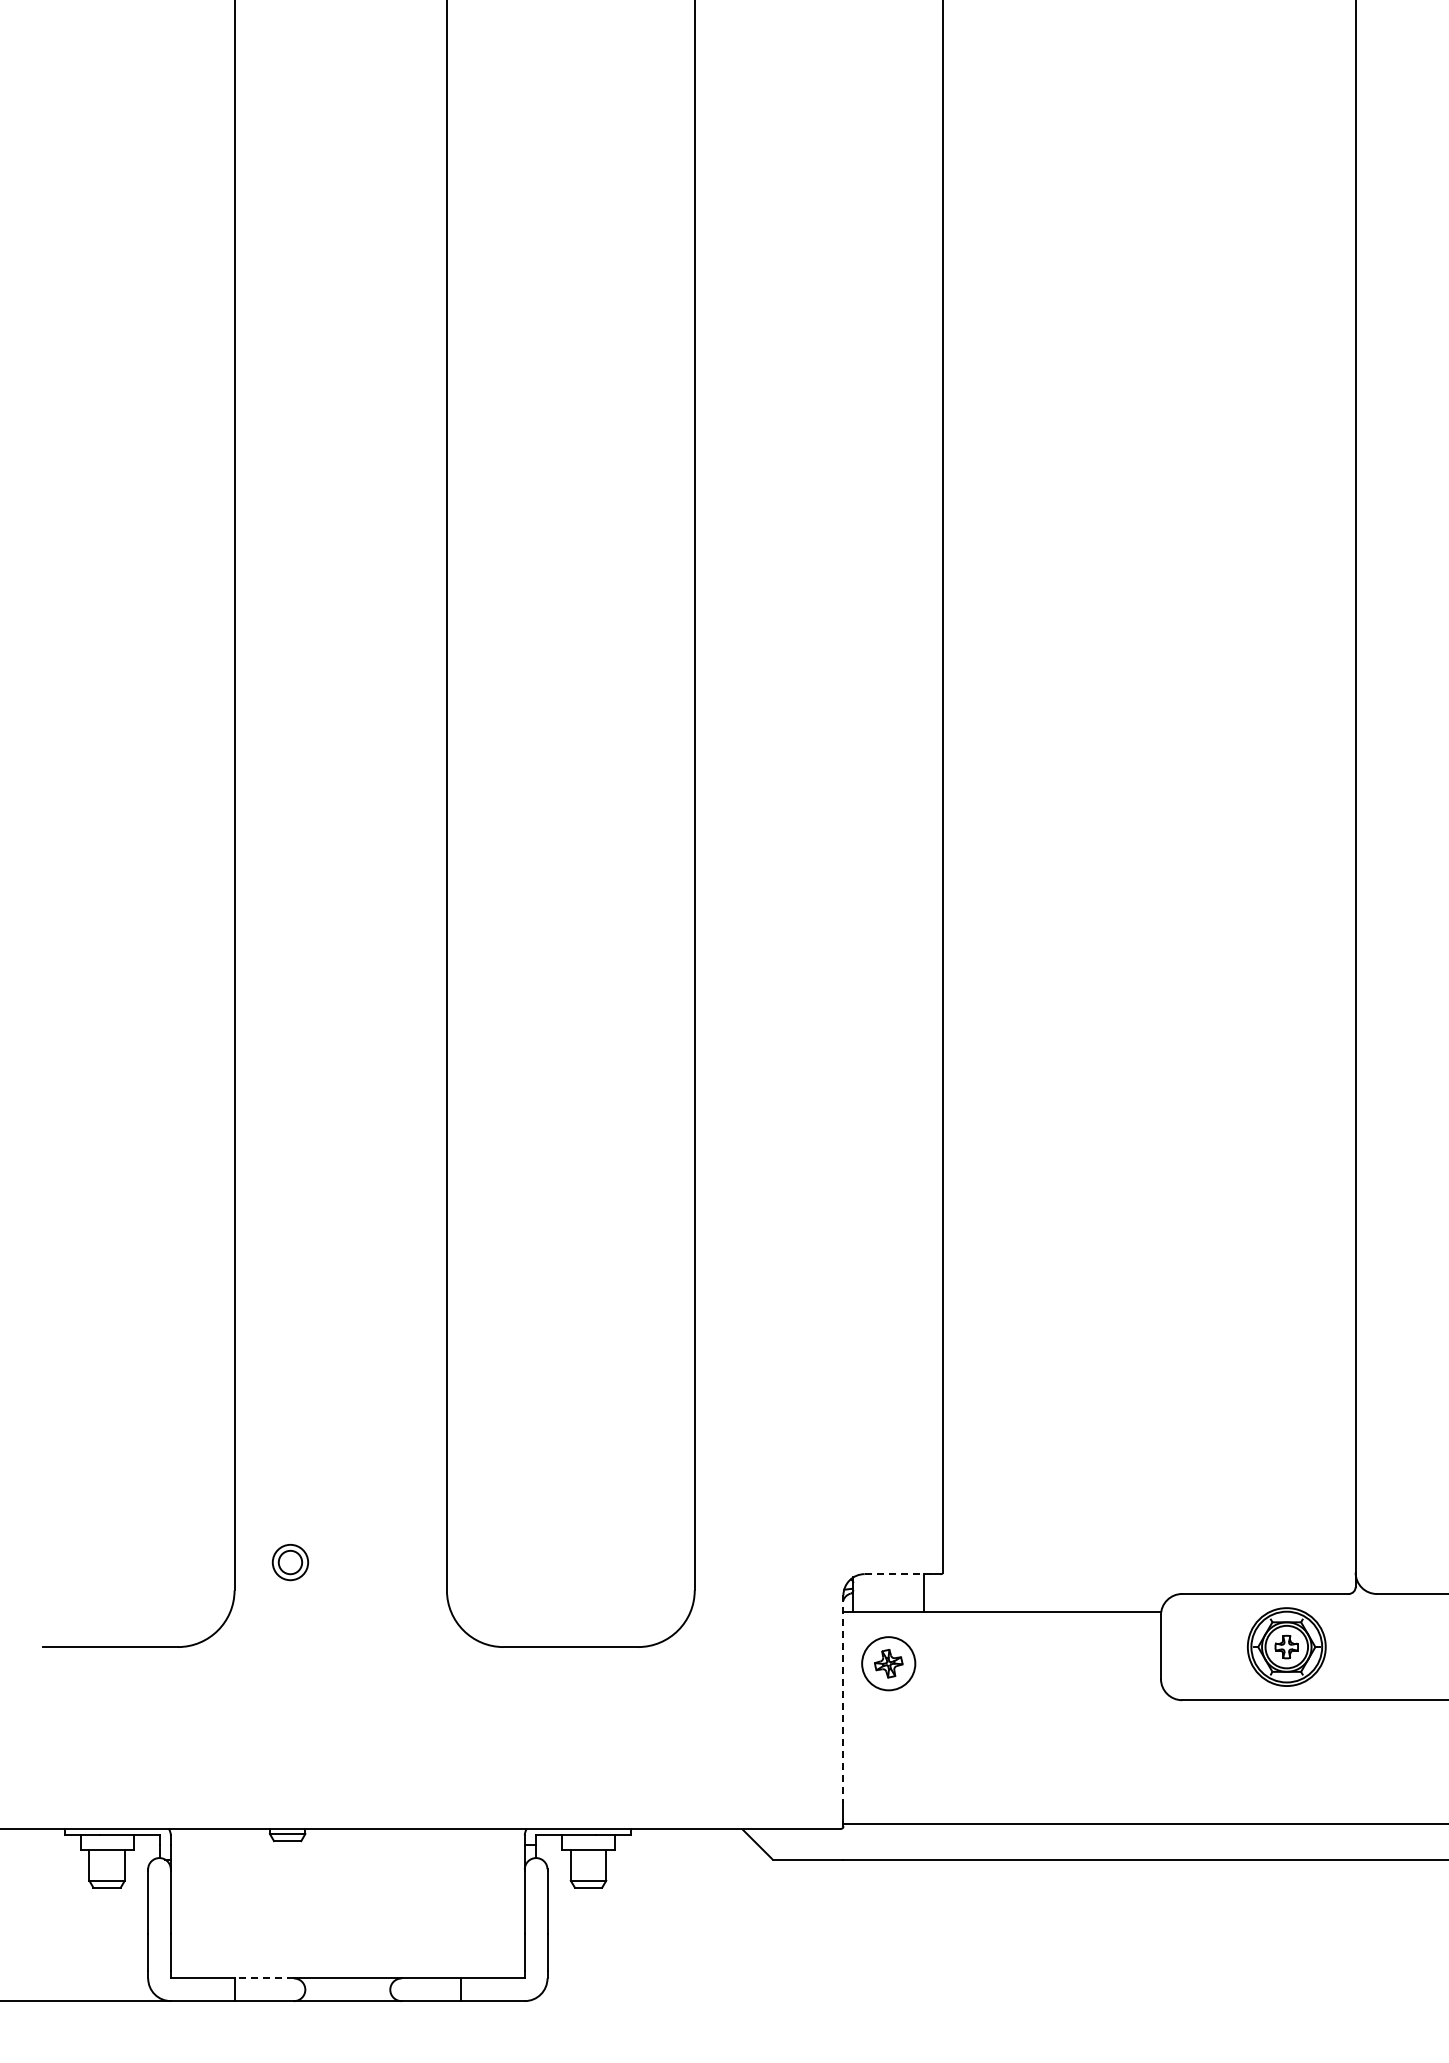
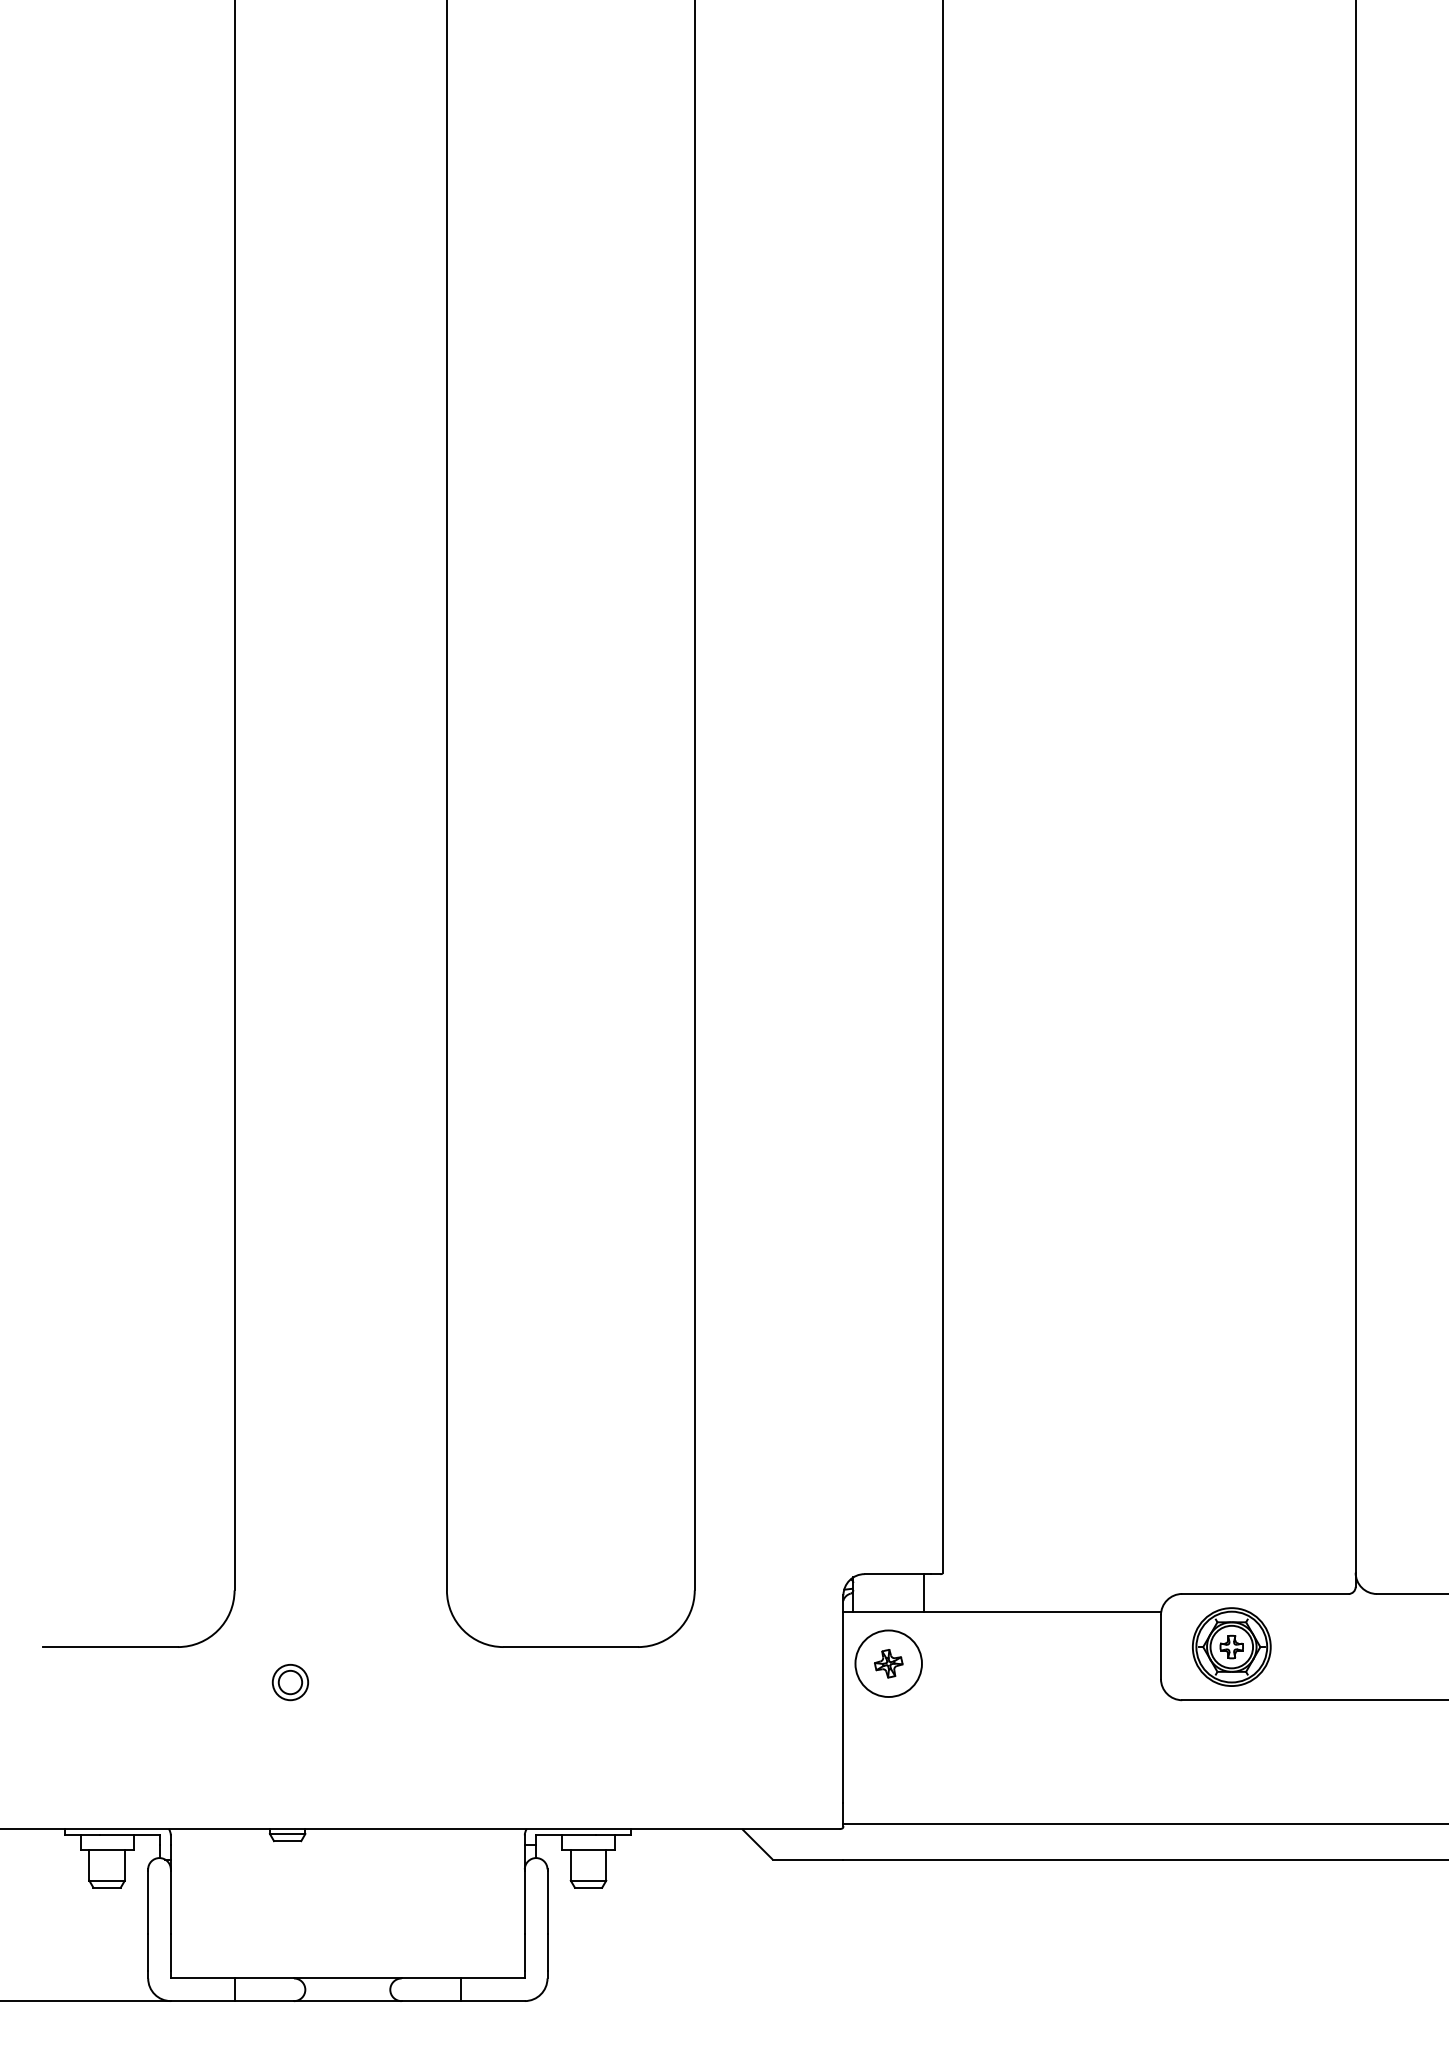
part at (290, 1562) position: (290, 1562) -> (290, 1682)
line at (897, 1574): dashed -> solid
part at (1286, 1646) position: (1286, 1646) -> (1231, 1646)
circle at (888, 1663) diameter: 53 px -> 67 px
line at (843, 1699): dashed -> solid
line at (264, 1978): dashed -> solid
